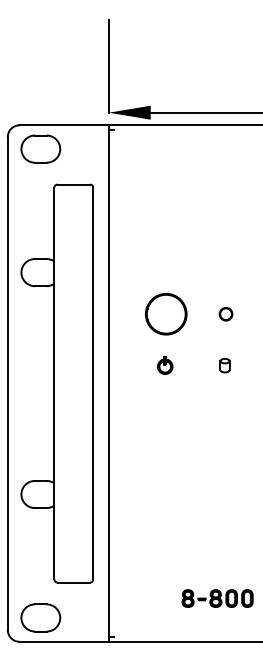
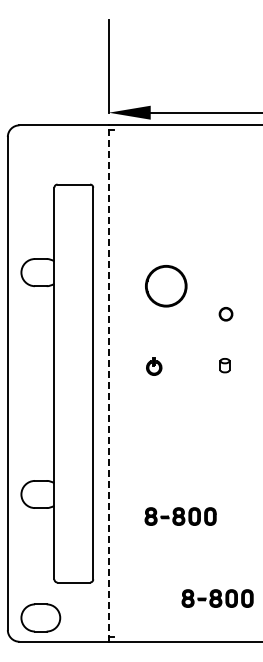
part at (40, 148): present -> none
circle at (166, 314) position: (166, 314) -> (166, 286)
part at (165, 365) position: (165, 365) -> (154, 366)
line at (108, 383): solid -> dashed
part at (180, 516): none -> present
